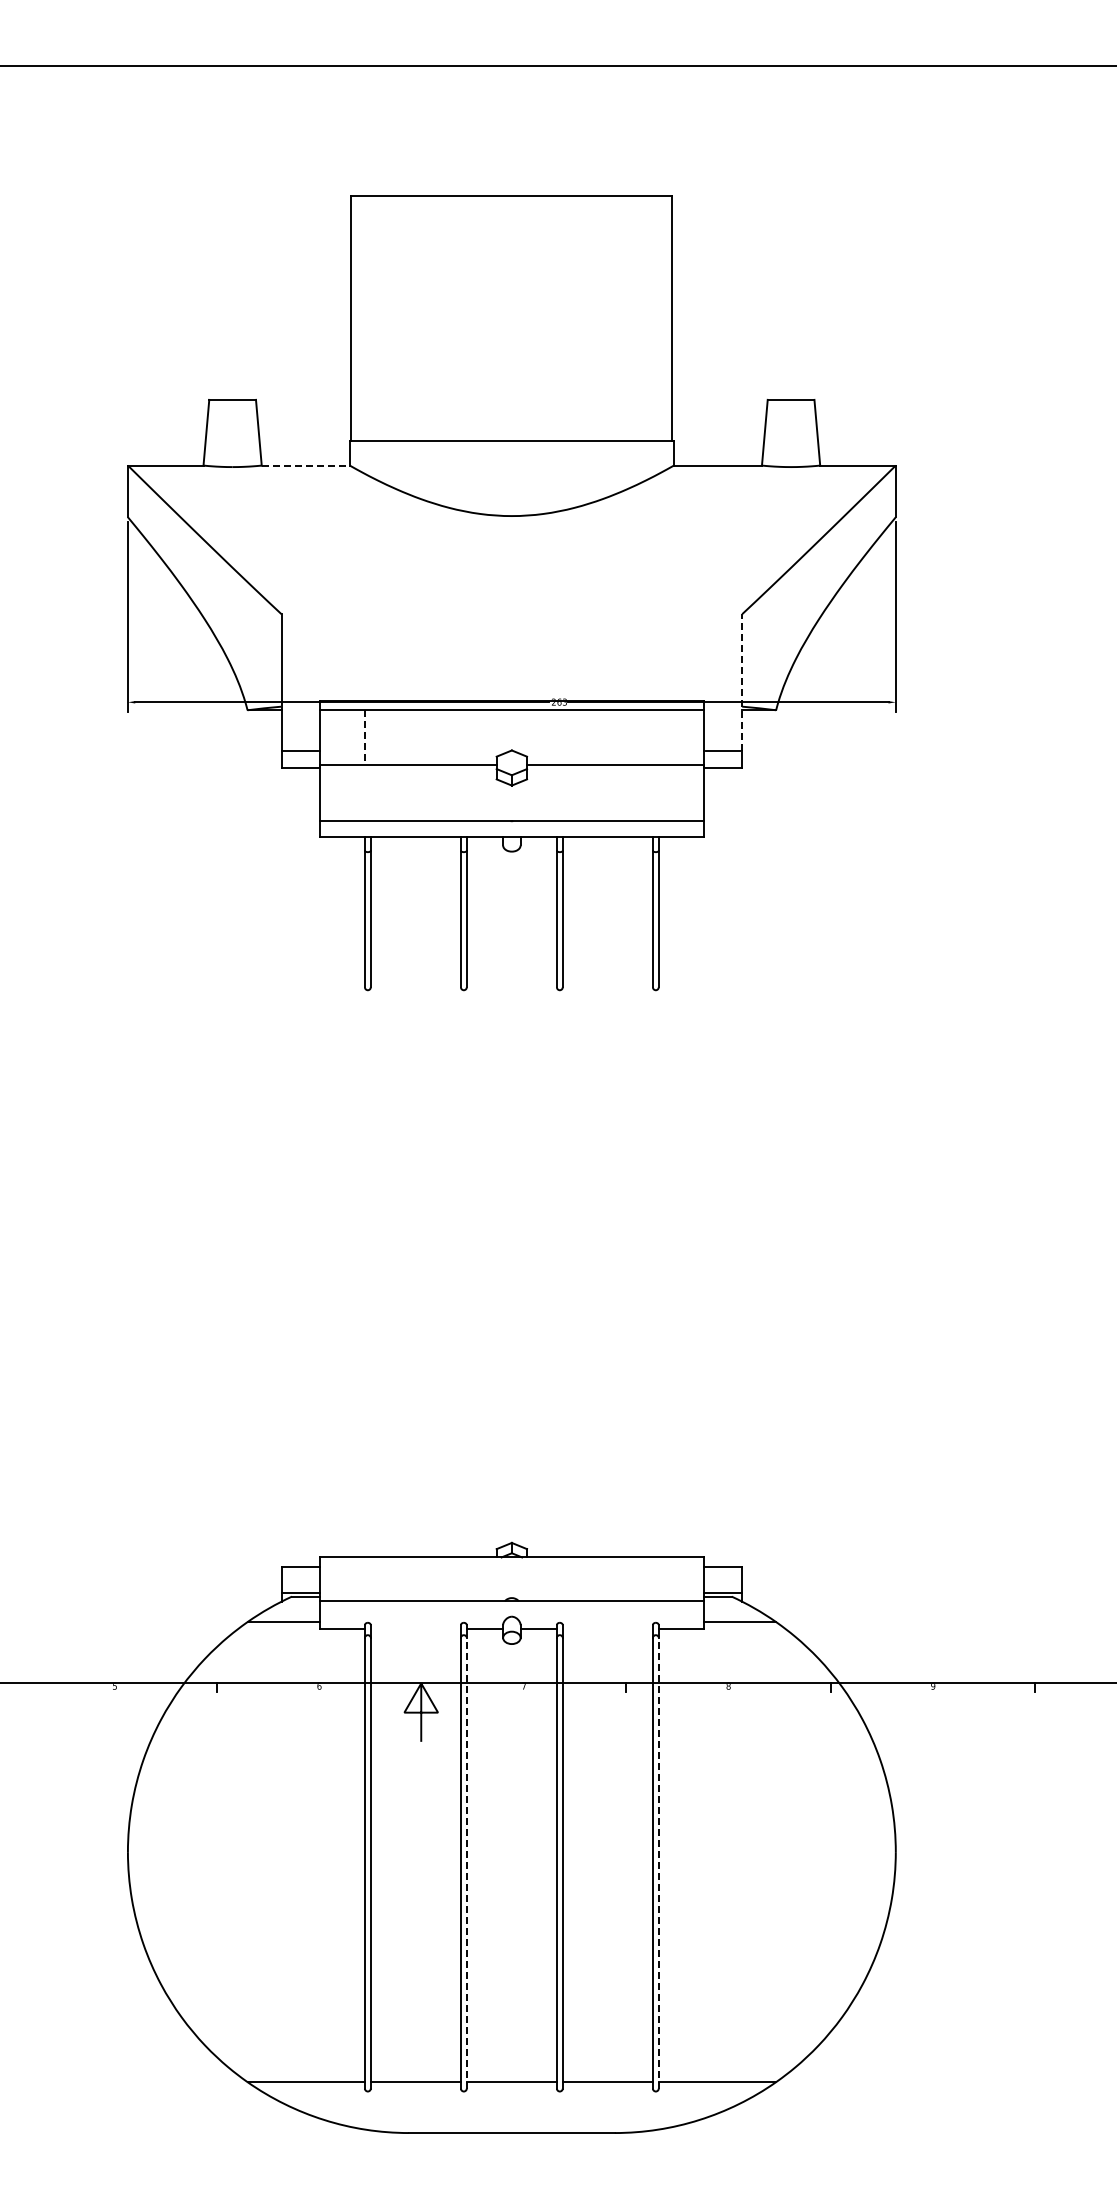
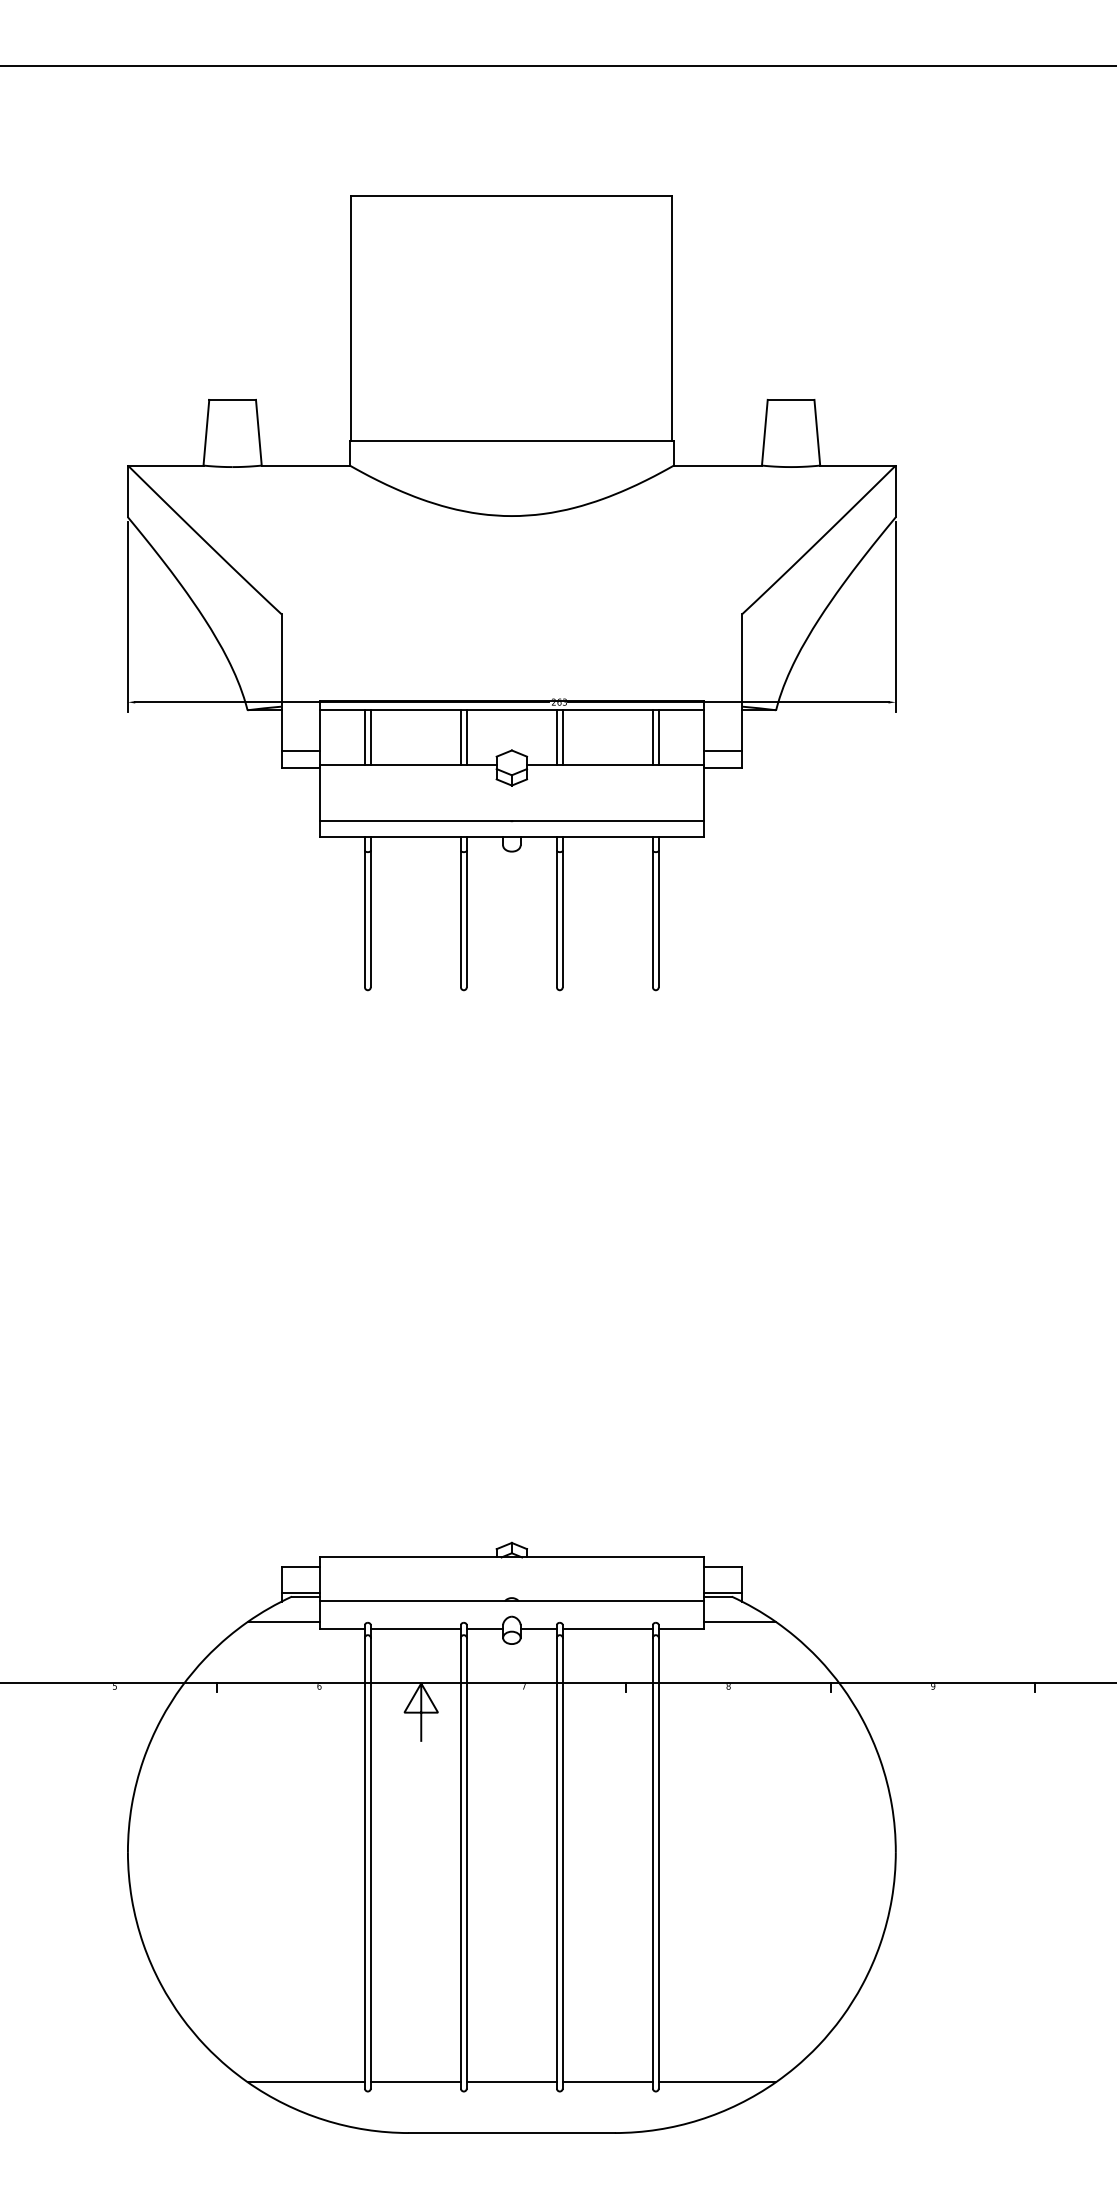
line at (306, 465): dashed -> solid
line at (742, 682): dashed -> solid
line at (370, 737): none -> present
line at (460, 737): none -> present
line at (466, 737): none -> present
line at (556, 737): none -> present
line at (562, 737): none -> present
line at (652, 737): none -> present
line at (658, 737): none -> present
line at (364, 738): dashed -> solid
line at (415, 1629): none -> present
line at (607, 1629): none -> present
line at (466, 1862): dashed -> solid
line at (658, 1862): dashed -> solid
